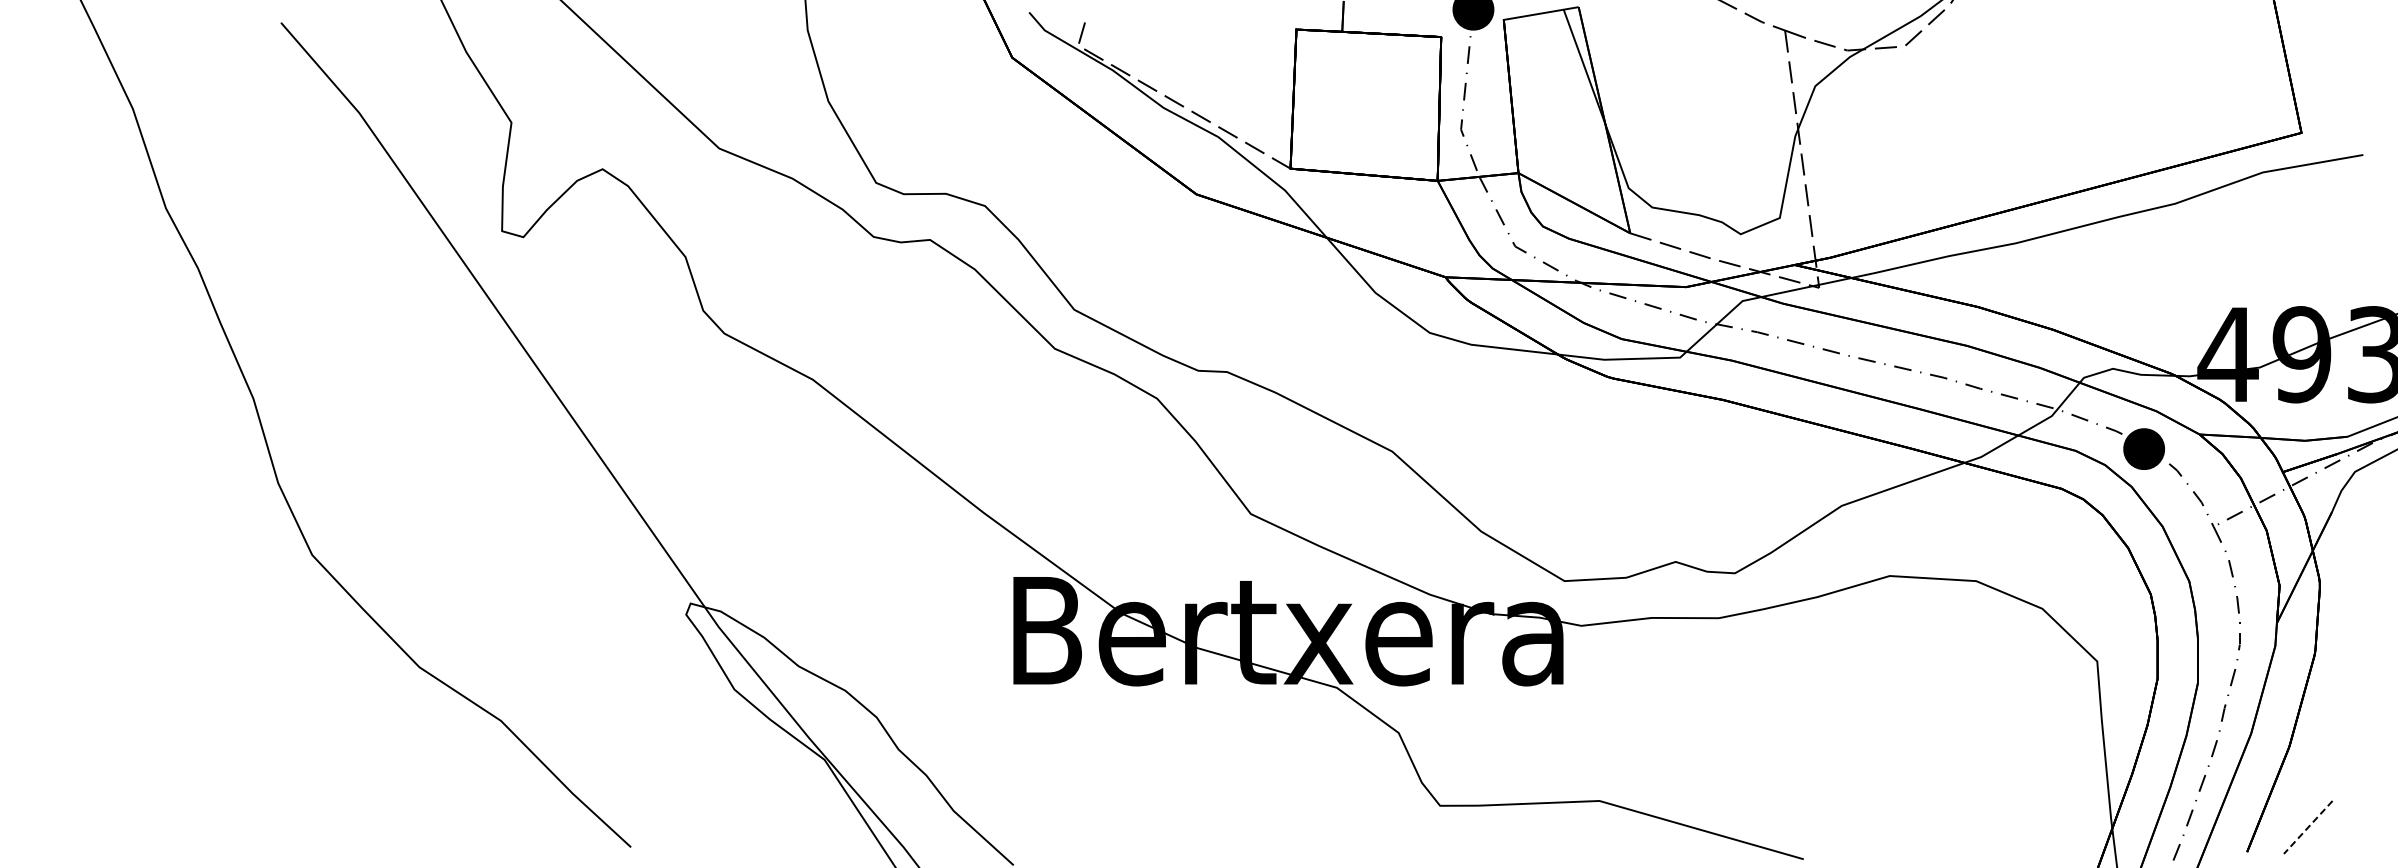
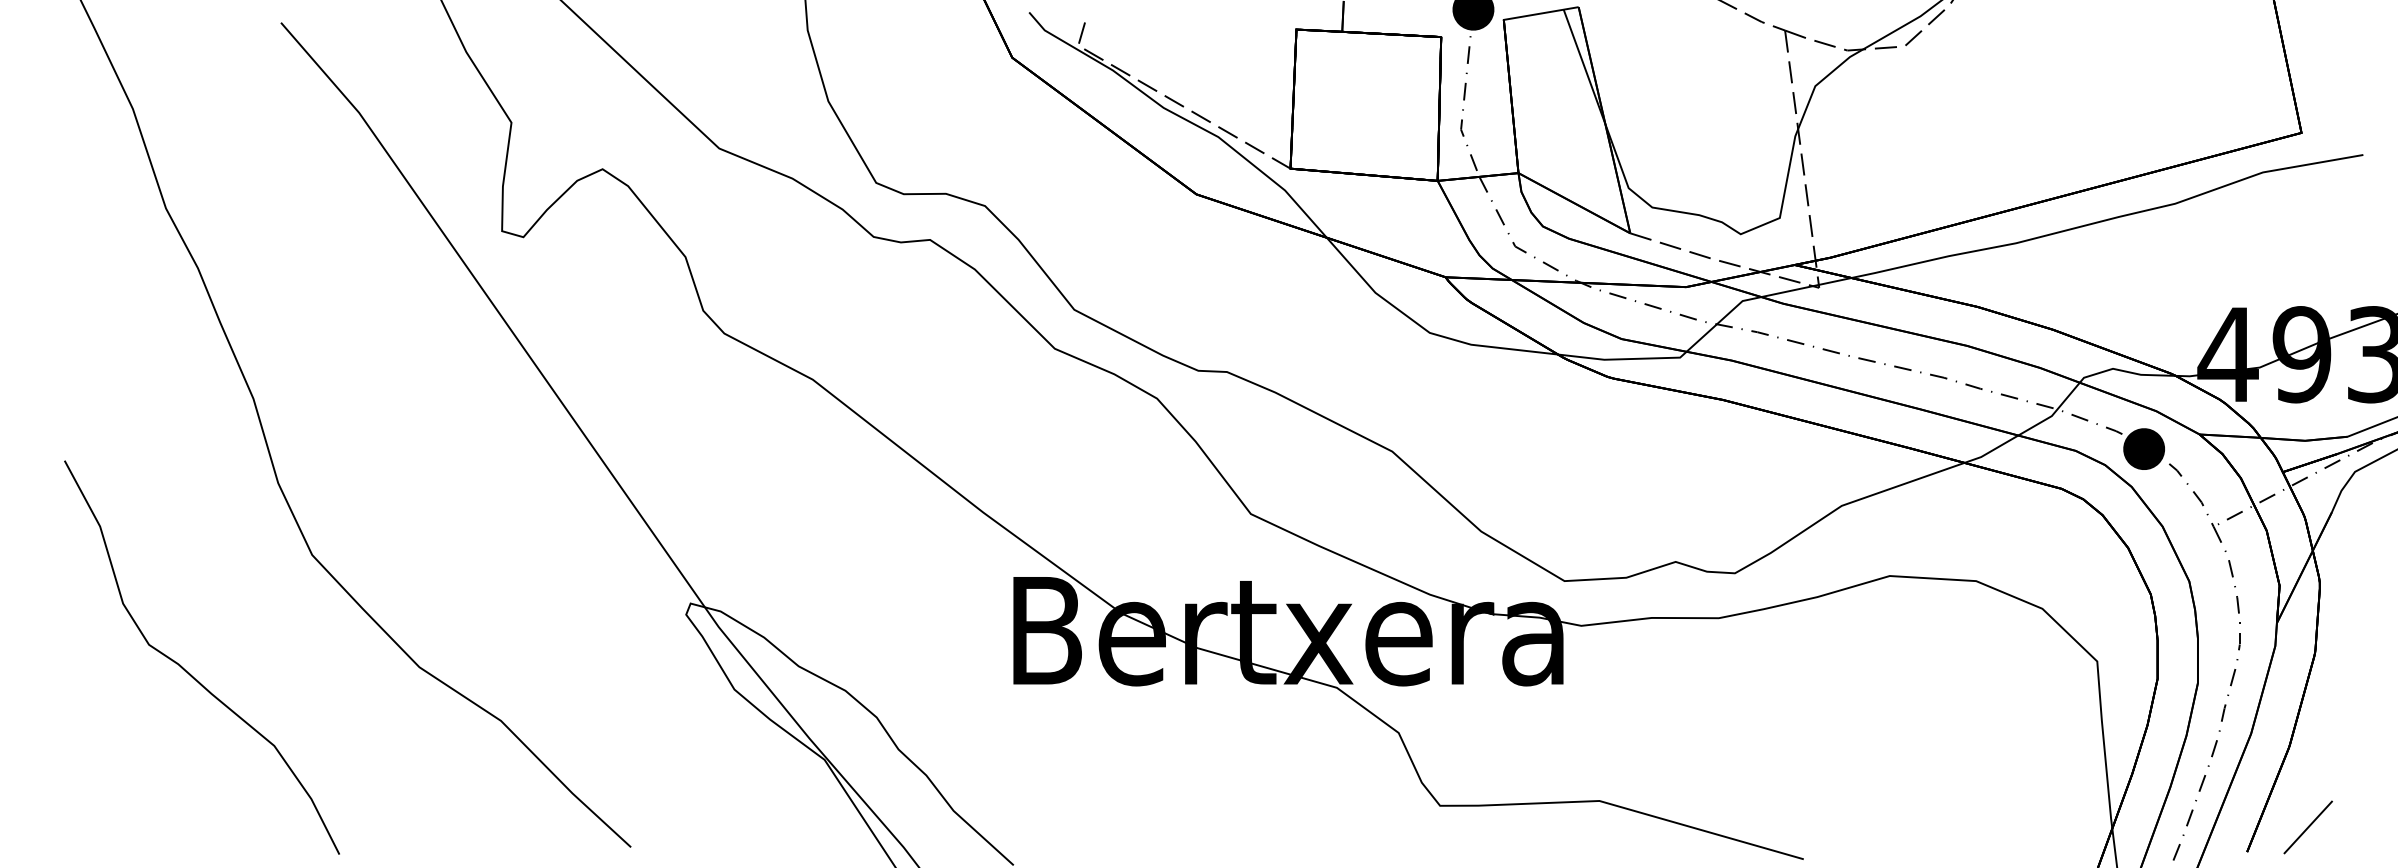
curve at (189, 672): none -> present
line at (2308, 827): dashed -> solid
